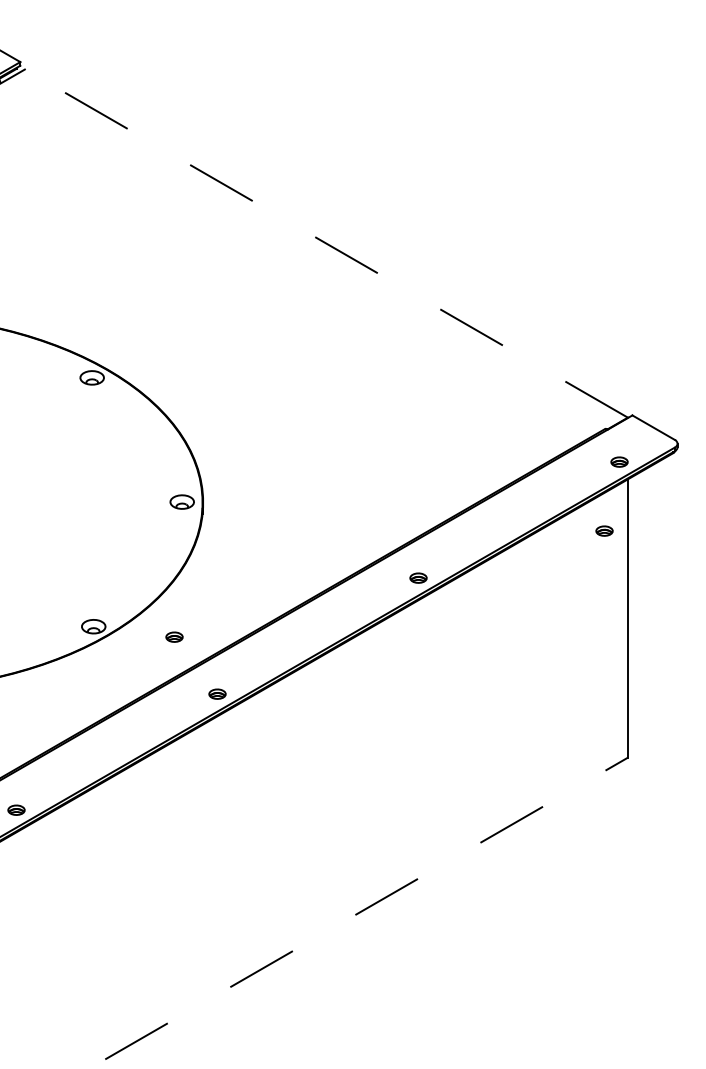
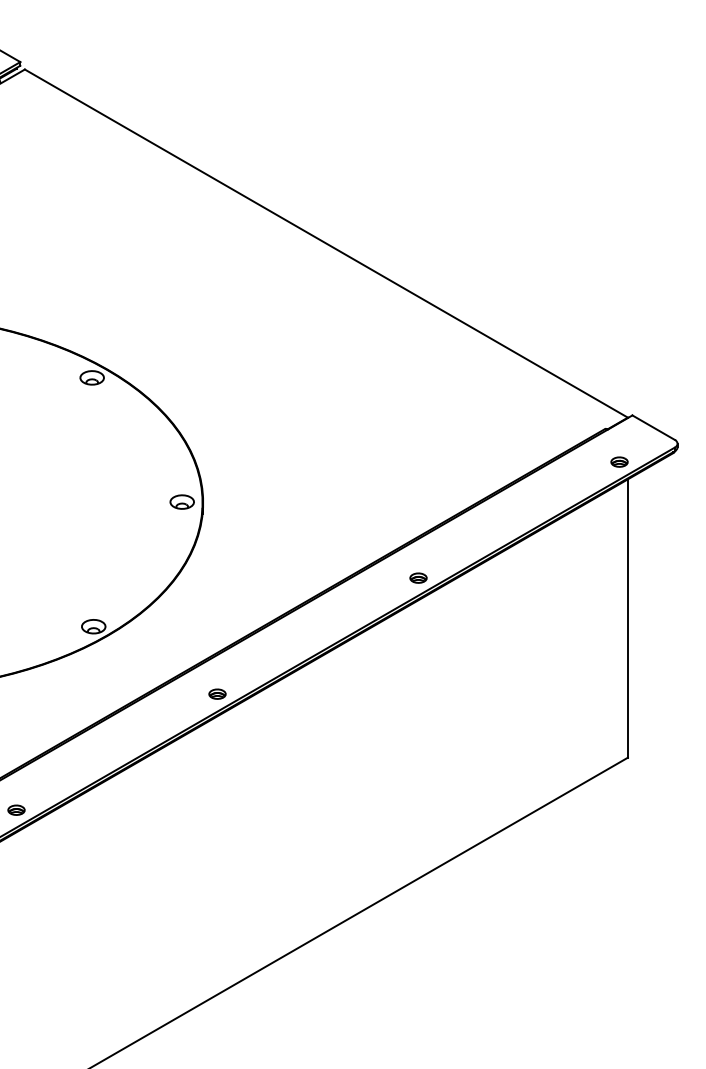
line at (325, 243): dashed -> solid
part at (604, 530): present -> none
part at (174, 636): present -> none
line at (358, 913): dashed -> solid
